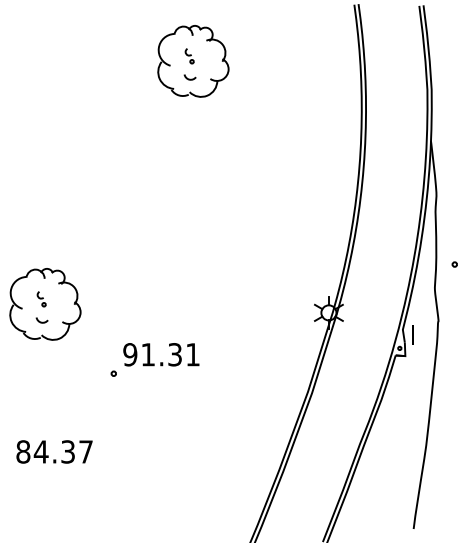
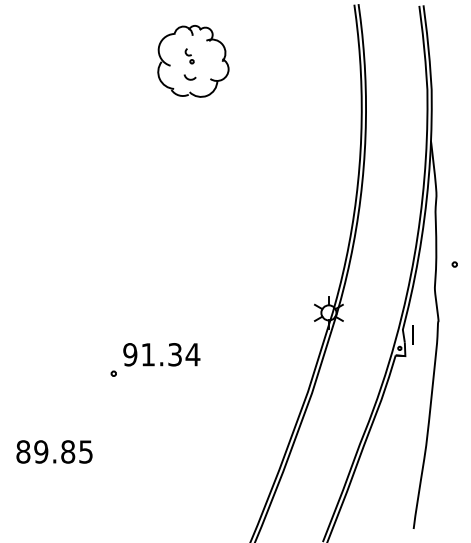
part at (45, 304): present -> none
text at (192, 354): 91.31 -> 91.34
text at (62, 451): 84.37 -> 89.85
